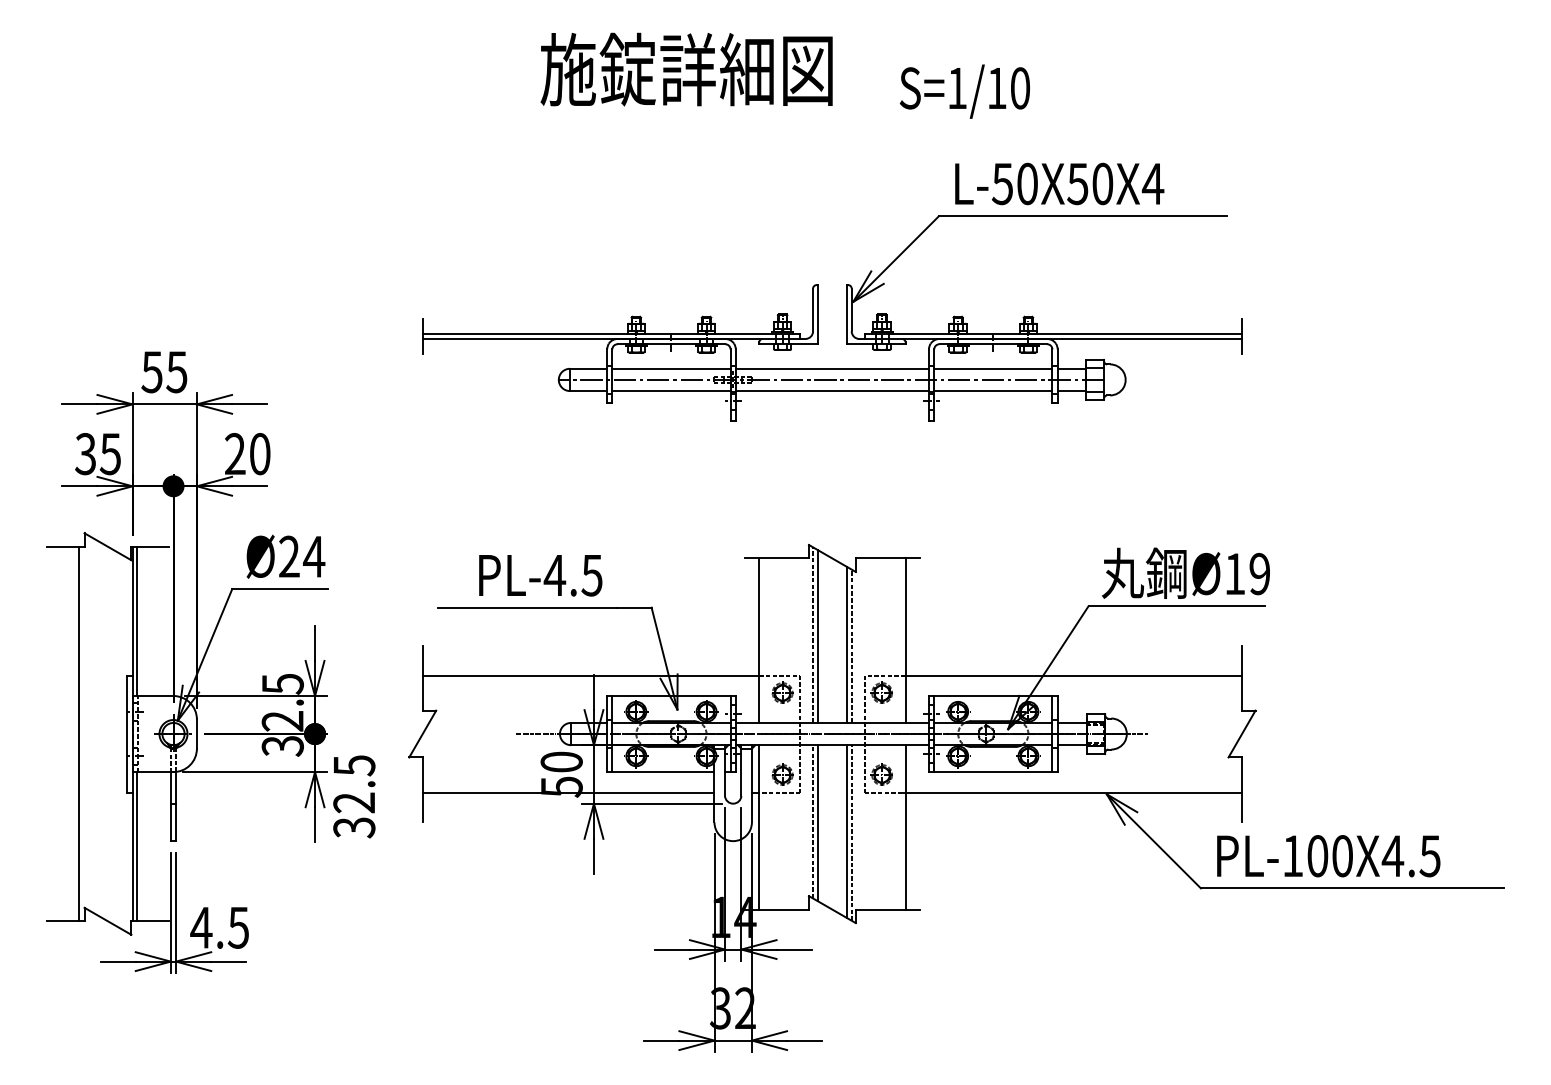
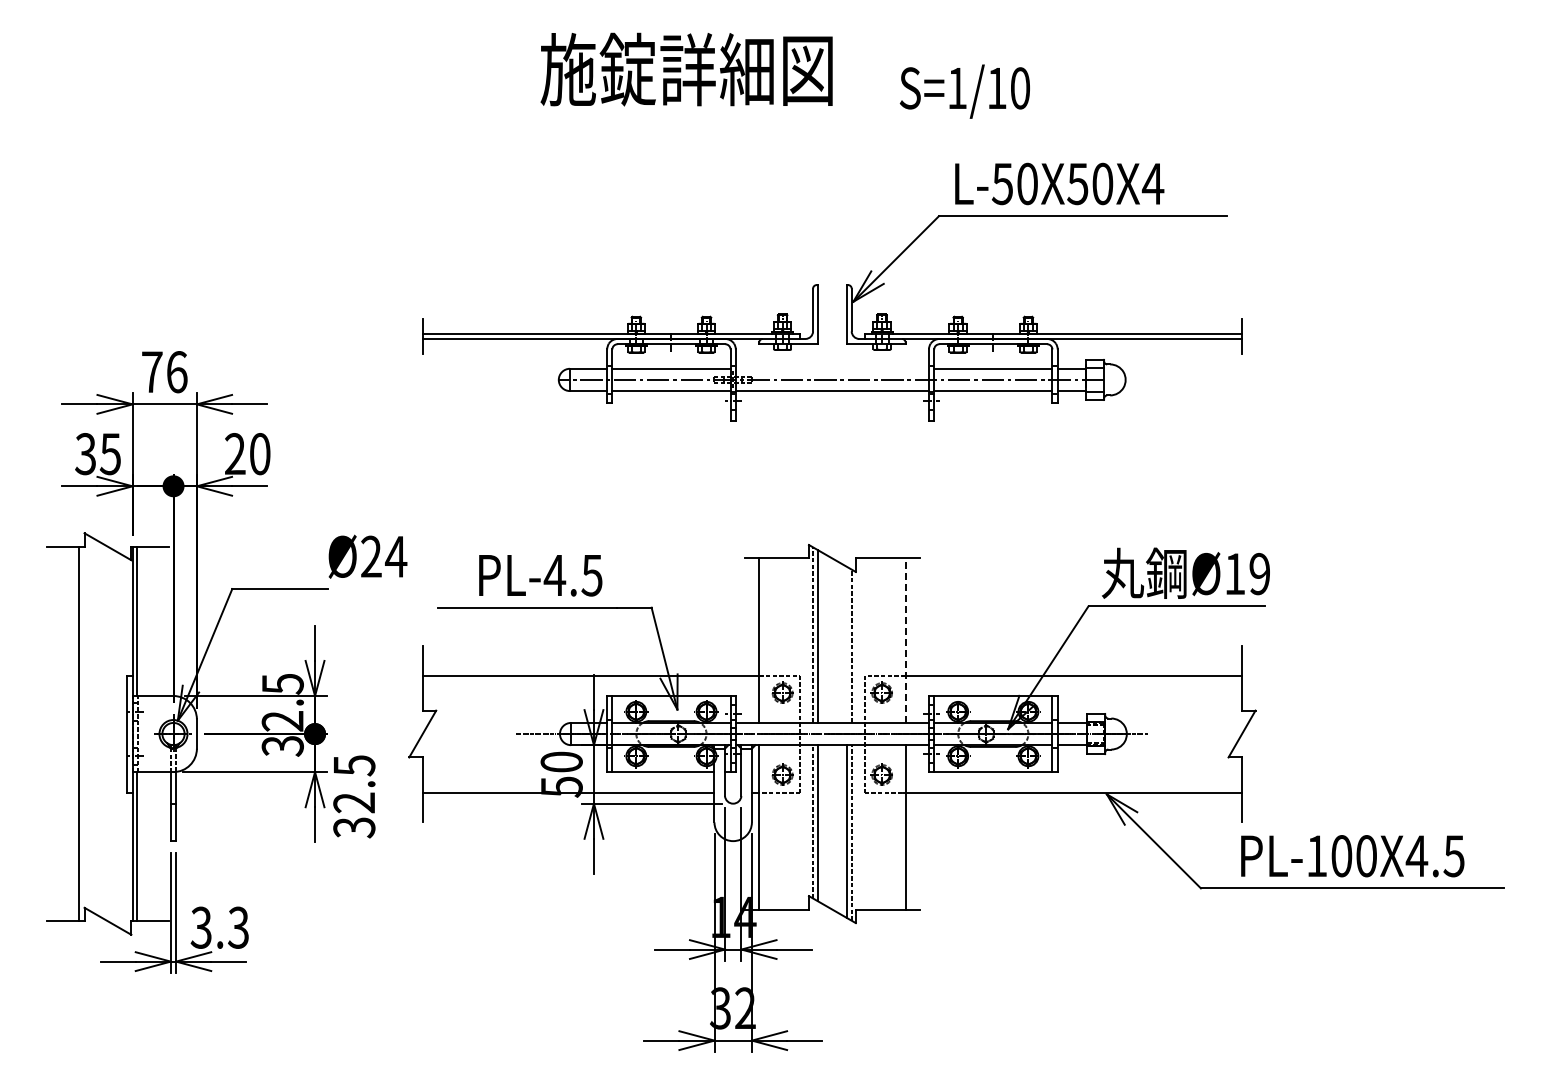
line at (831, 368): present -> none
text at (164, 372): 55 -> 76
text at (285, 556) position: (285, 556) -> (367, 556)
line at (905, 640): solid -> dashed
line at (847, 644): present -> none
text at (1328, 856) position: (1328, 856) -> (1352, 856)
text at (219, 927): 4.5 -> 3.3
